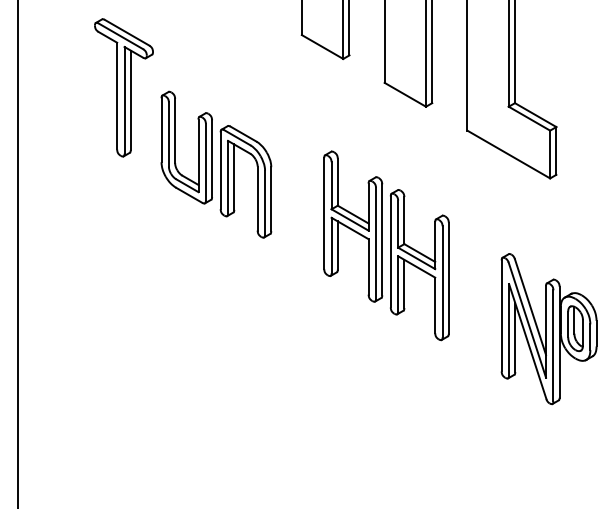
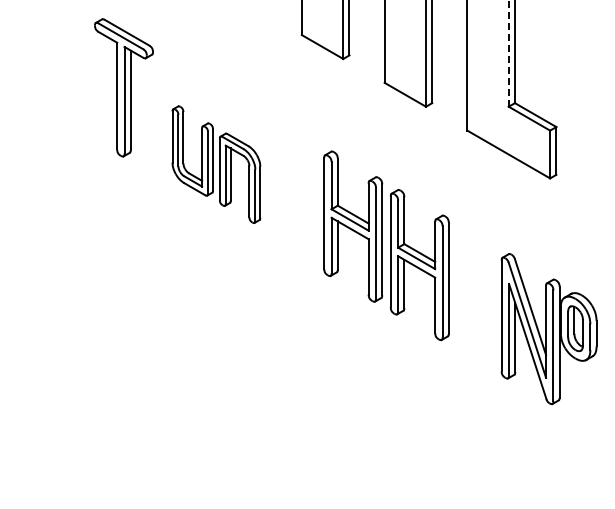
line at (508, 53): solid -> dashed
part at (216, 164) size: 113x149 px -> 91x119 px
line at (18, 253): present -> none
